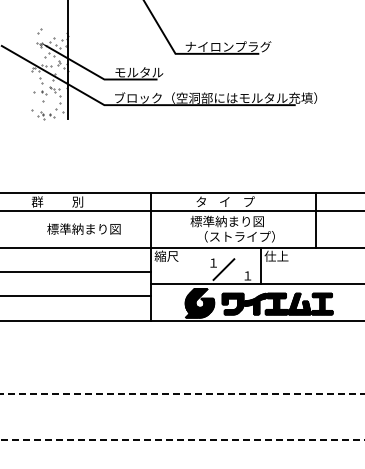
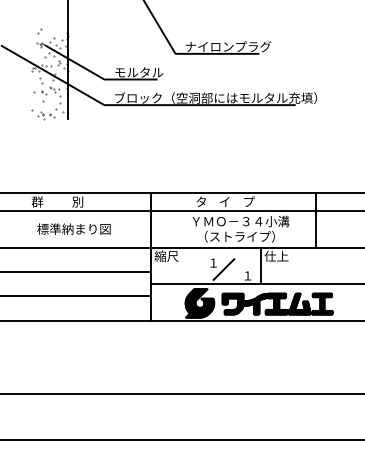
text at (239, 221): 標準納まり図 -> ＹＭＯ－３４小溝
text at (83, 228) position: (83, 228) -> (73, 228)
line at (182, 393): dashed -> solid
line at (182, 439): dashed -> solid
